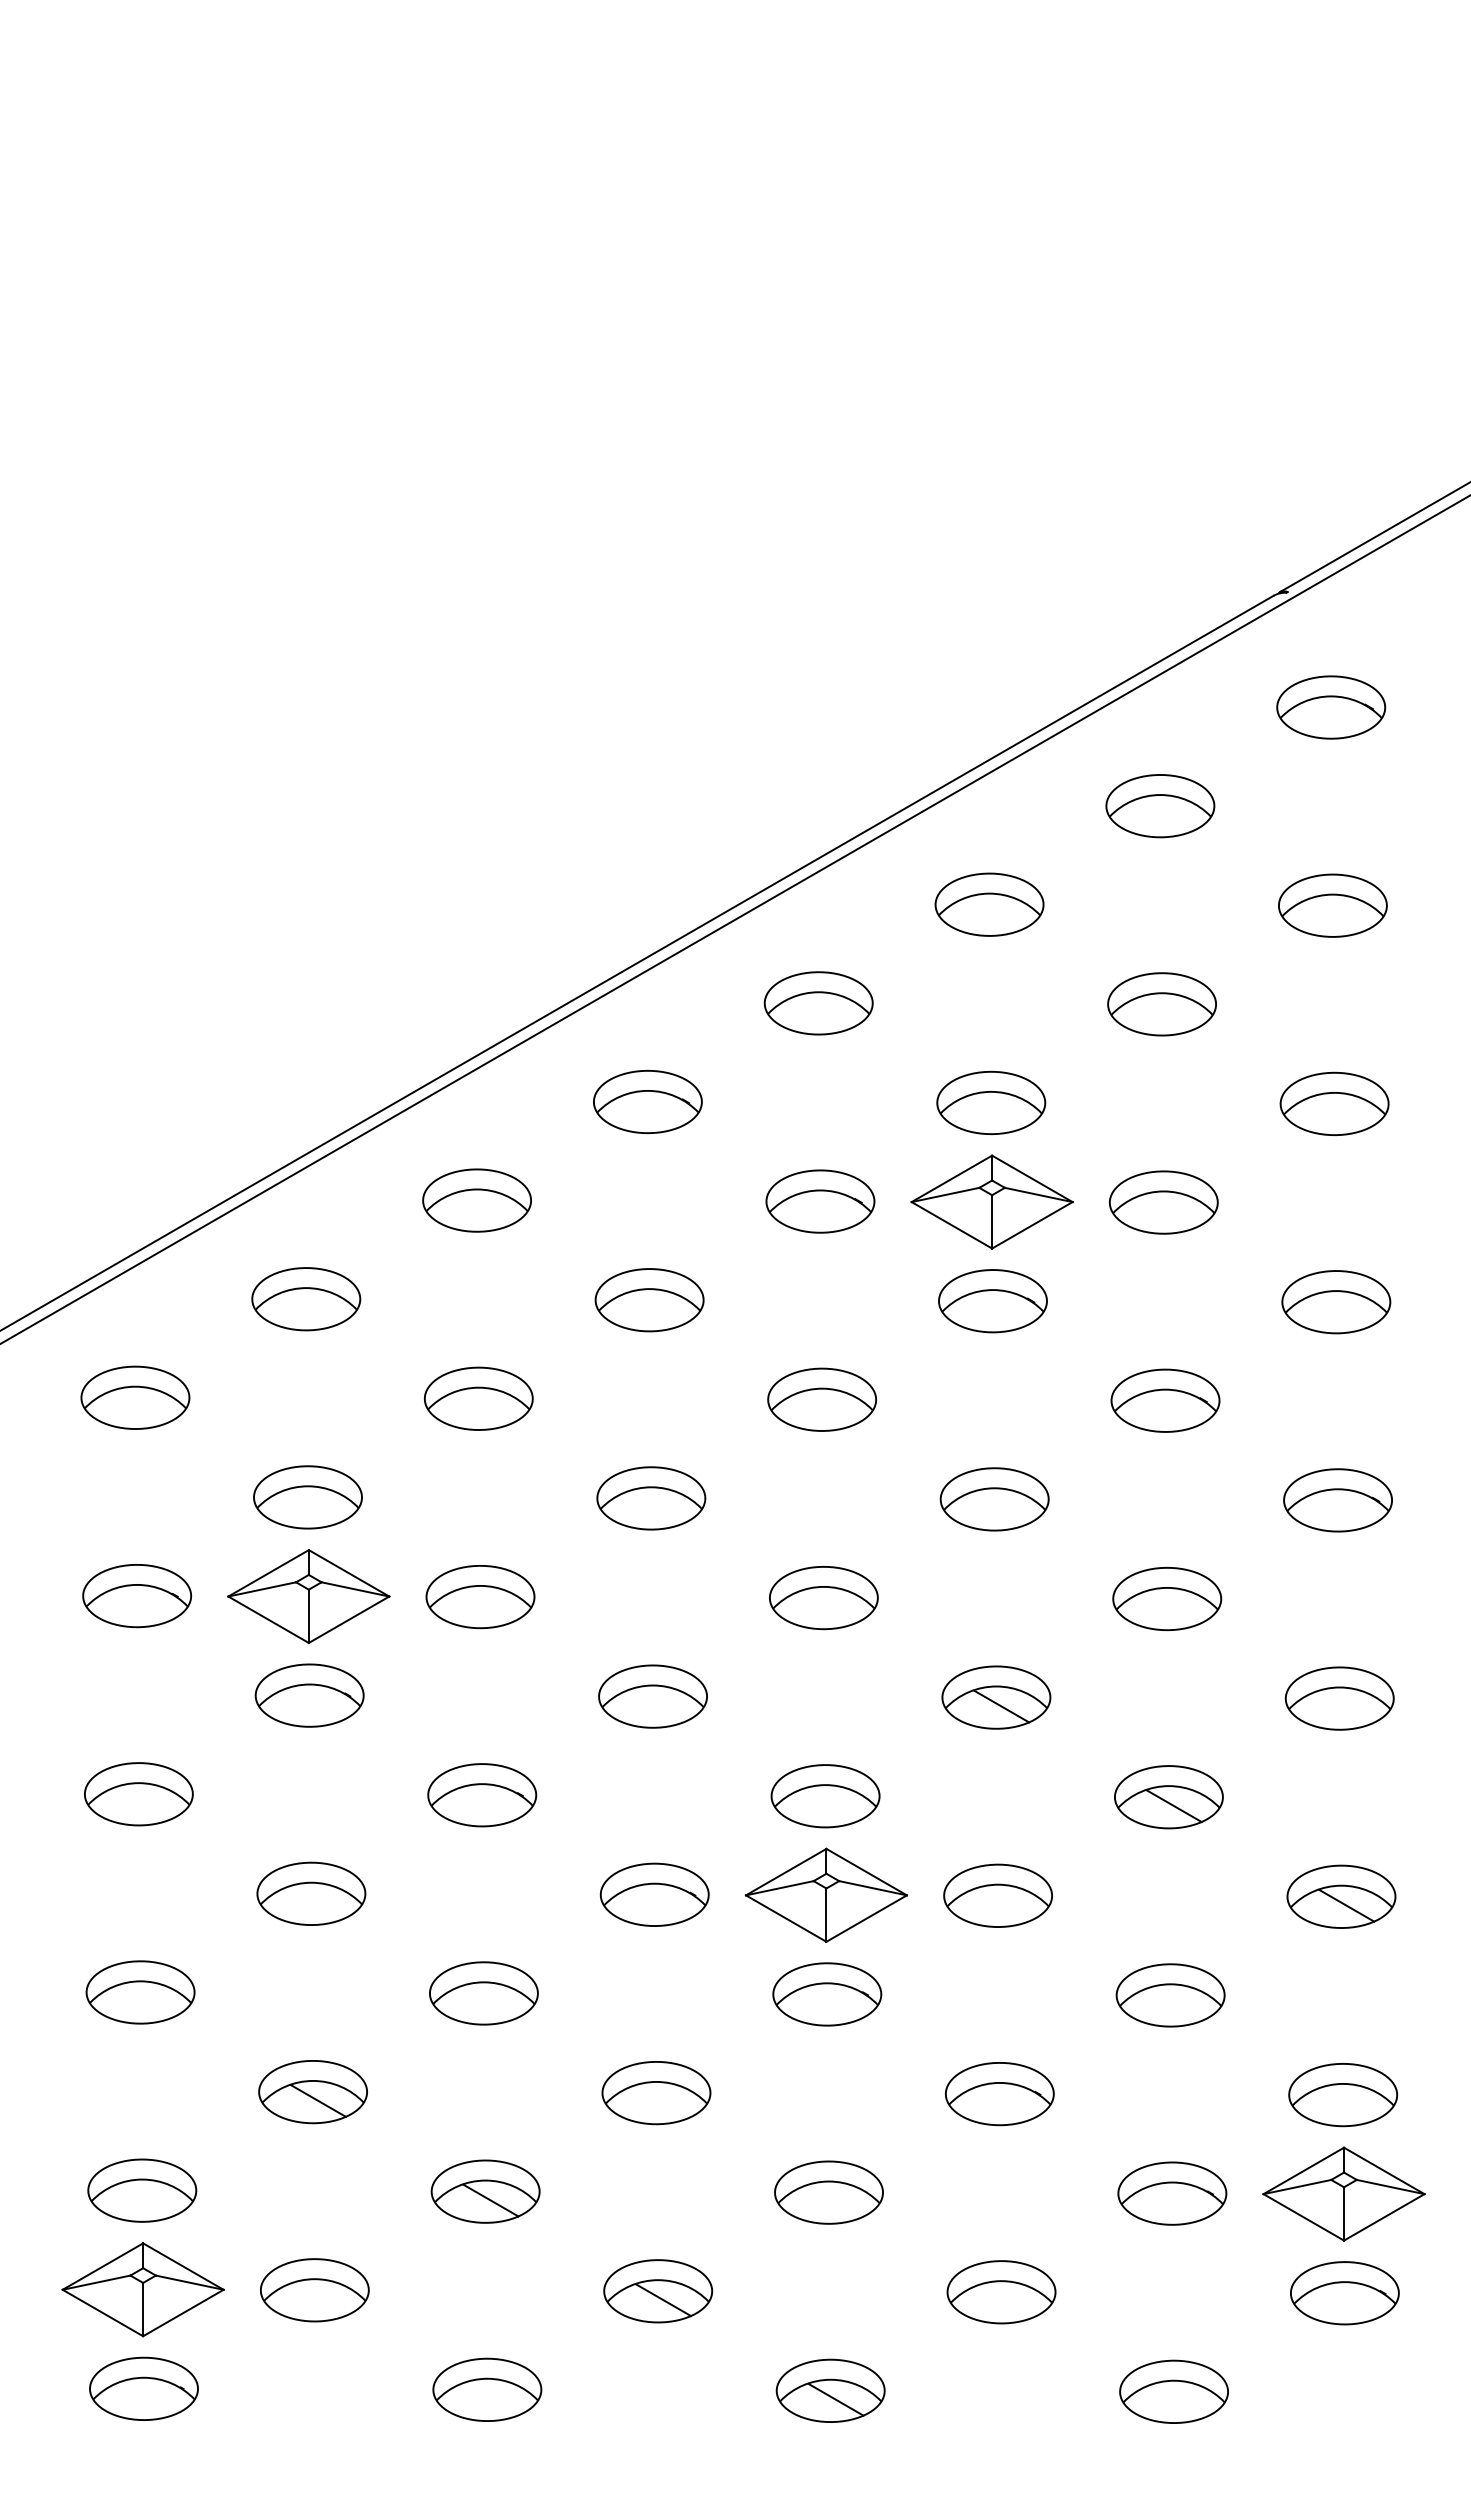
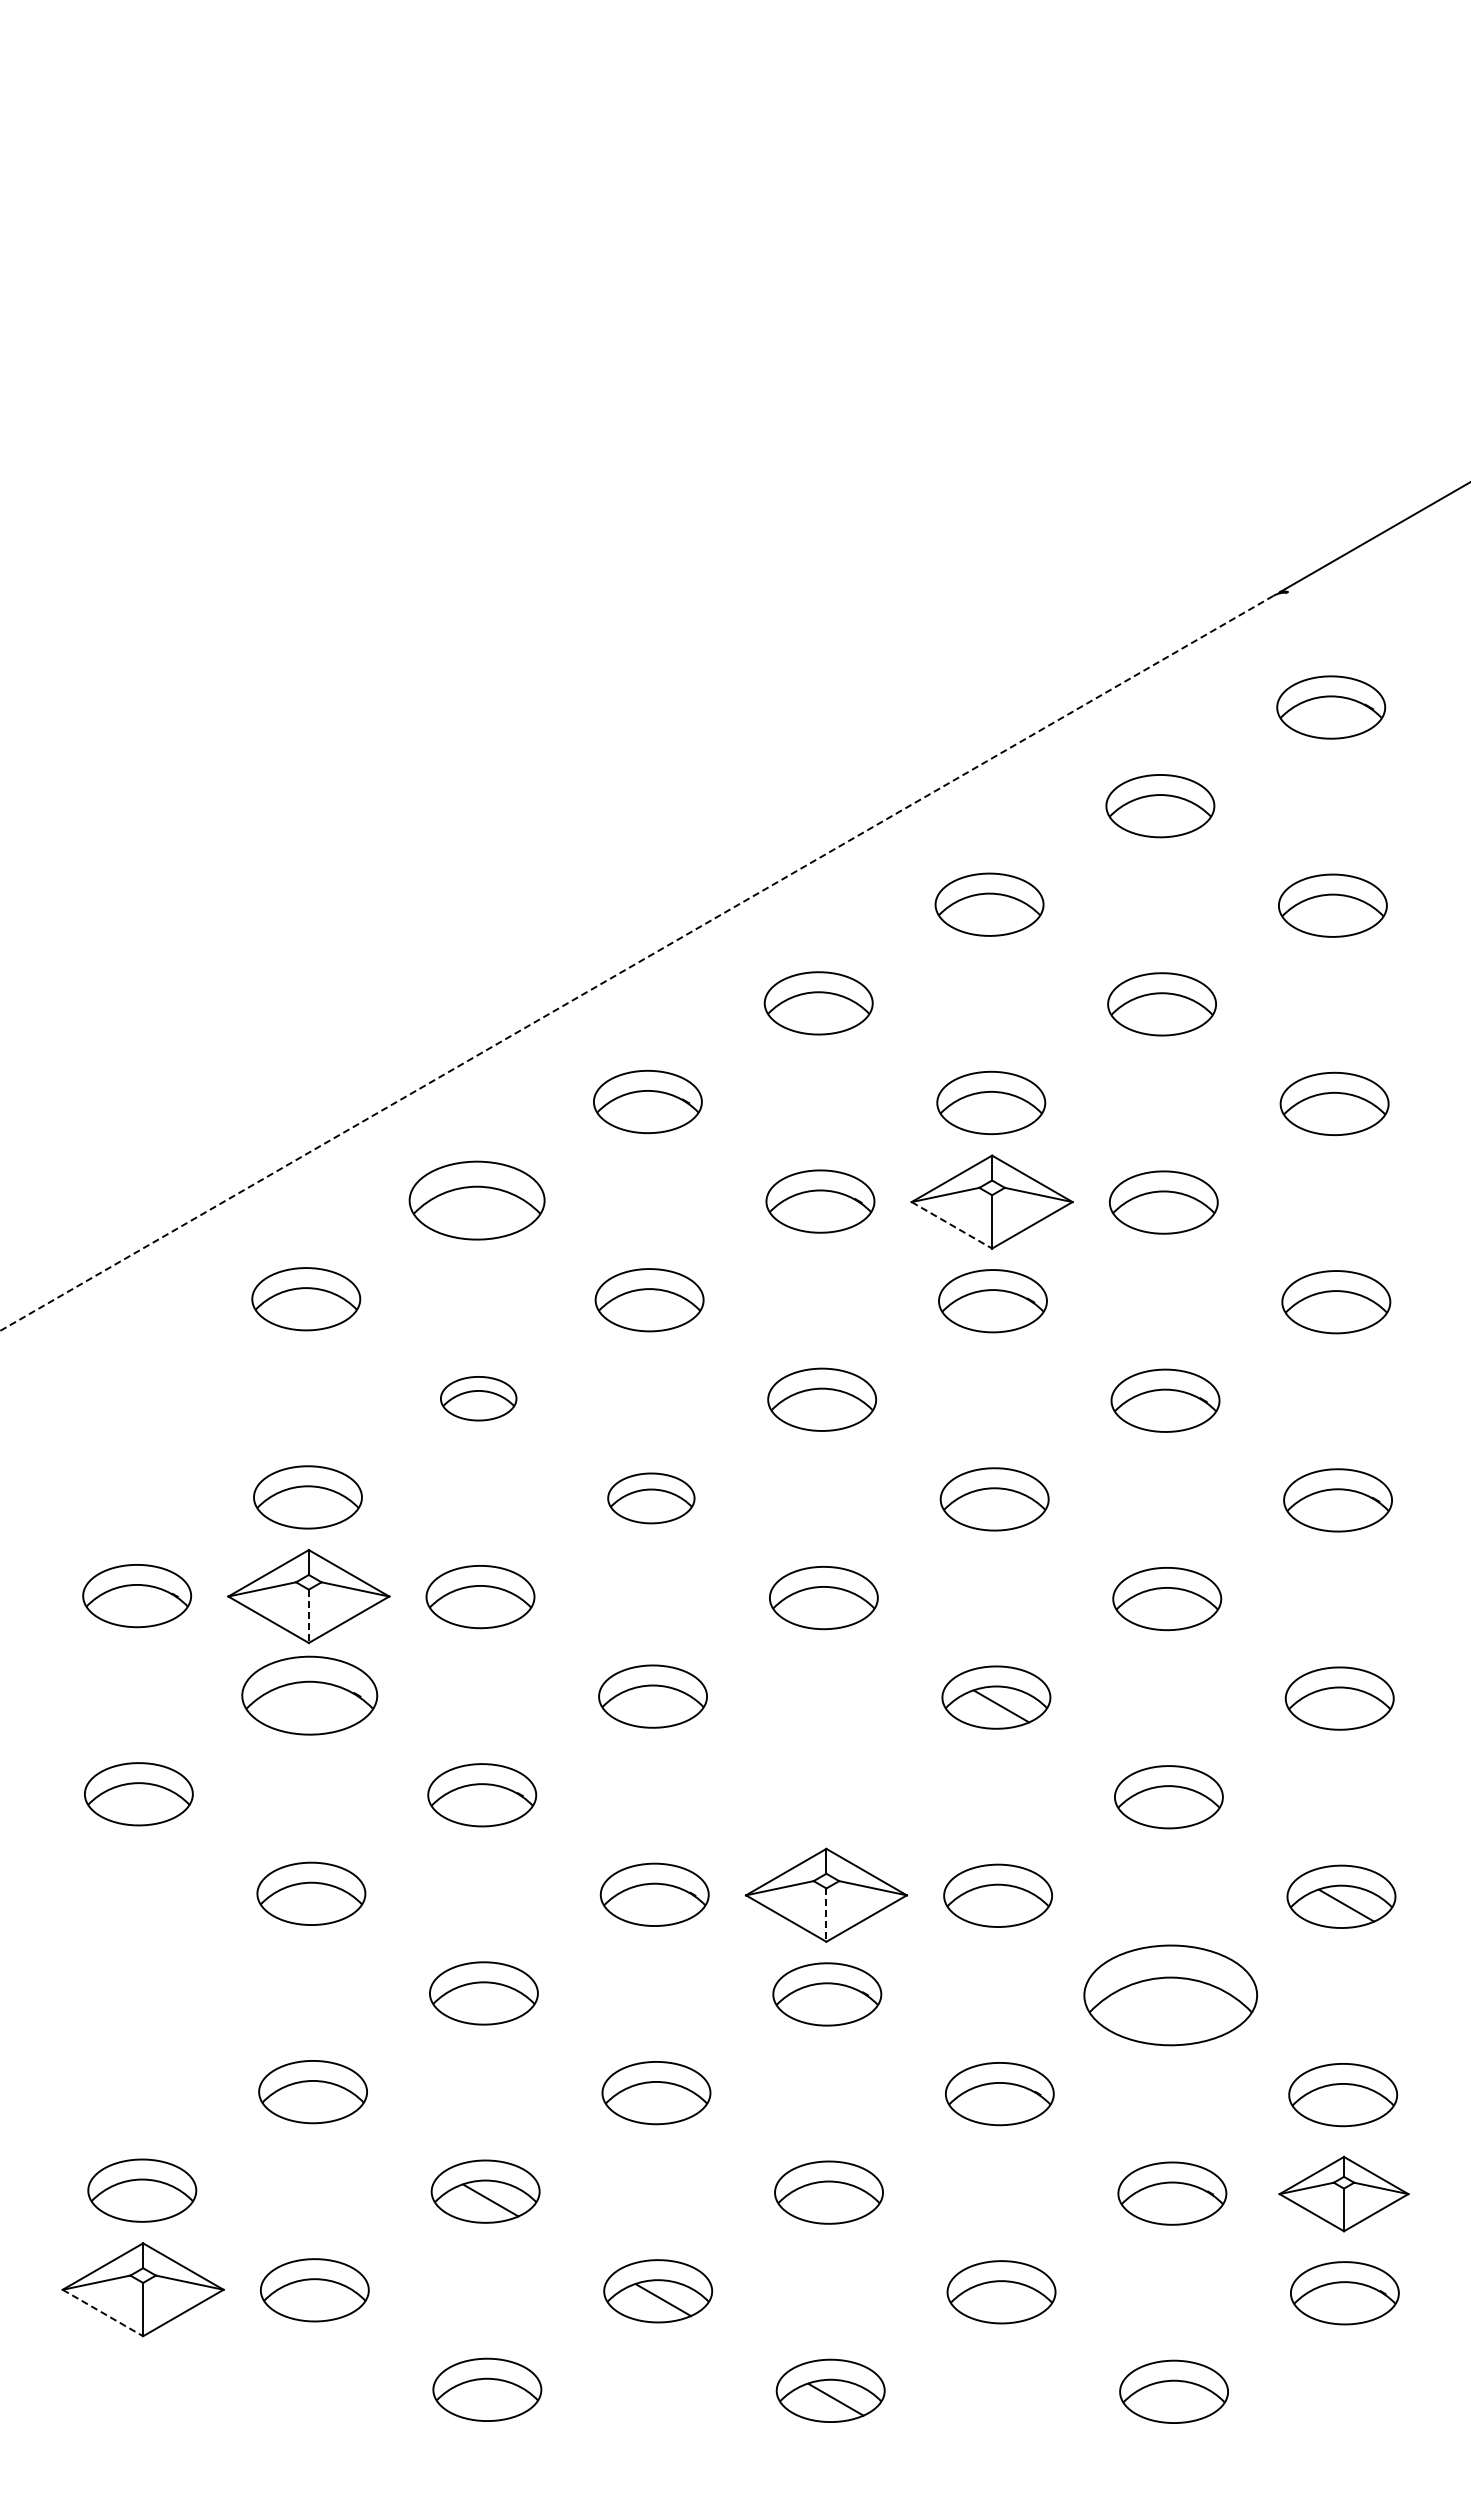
line at (734, 919): present -> none
line at (636, 963): solid -> dashed
part at (476, 1200) size: 110x65 px -> 138x81 px
line at (952, 1225): solid -> dashed
part at (135, 1397): present -> none
part at (478, 1398) size: 111x65 px -> 78x46 px
part at (651, 1498) size: 111x65 px -> 89x53 px
line at (308, 1616): solid -> dashed
part at (309, 1695) size: 111x65 px -> 138x81 px
part at (825, 1796): present -> none
line at (1173, 1806): present -> none
line at (826, 1915): solid -> dashed
part at (140, 1992): present -> none
part at (1170, 1995) size: 111x65 px -> 176x103 px
line at (317, 2100): present -> none
part at (1343, 2193) size: 164x96 px -> 132x78 px
line at (103, 2313): solid -> dashed
part at (143, 2388): present -> none
